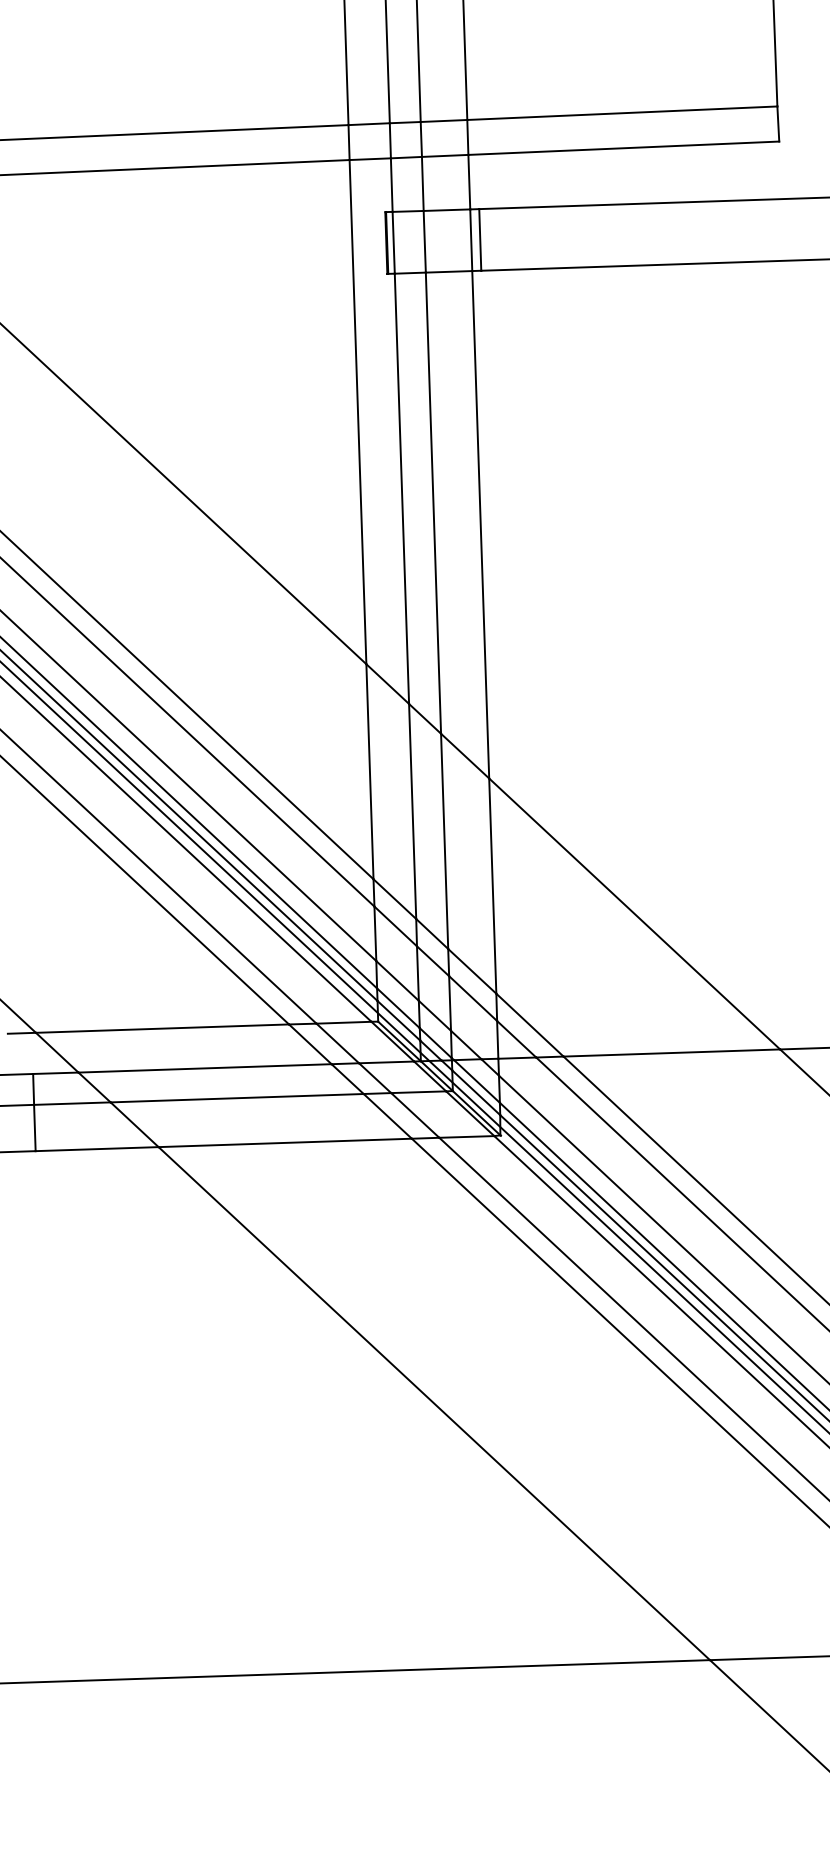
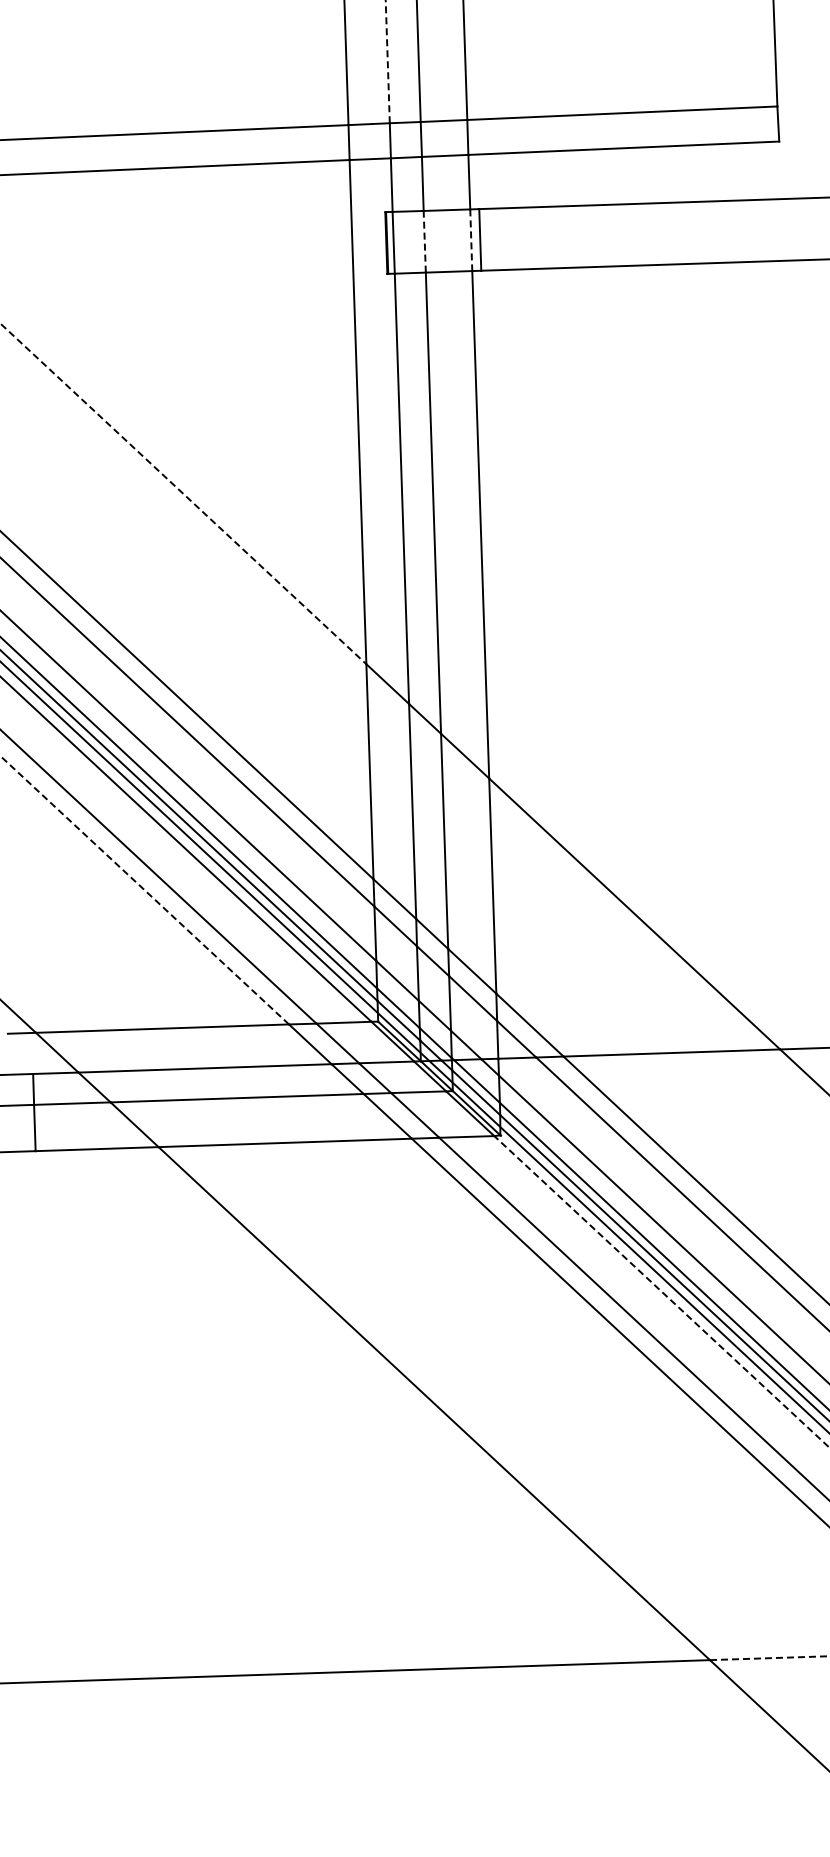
line at (387, 61): solid -> dashed
line at (471, 240): solid -> dashed
line at (424, 241): solid -> dashed
line at (183, 494): solid -> dashed
line at (144, 889): solid -> dashed
line at (661, 1291): solid -> dashed
line at (769, 1658): solid -> dashed
